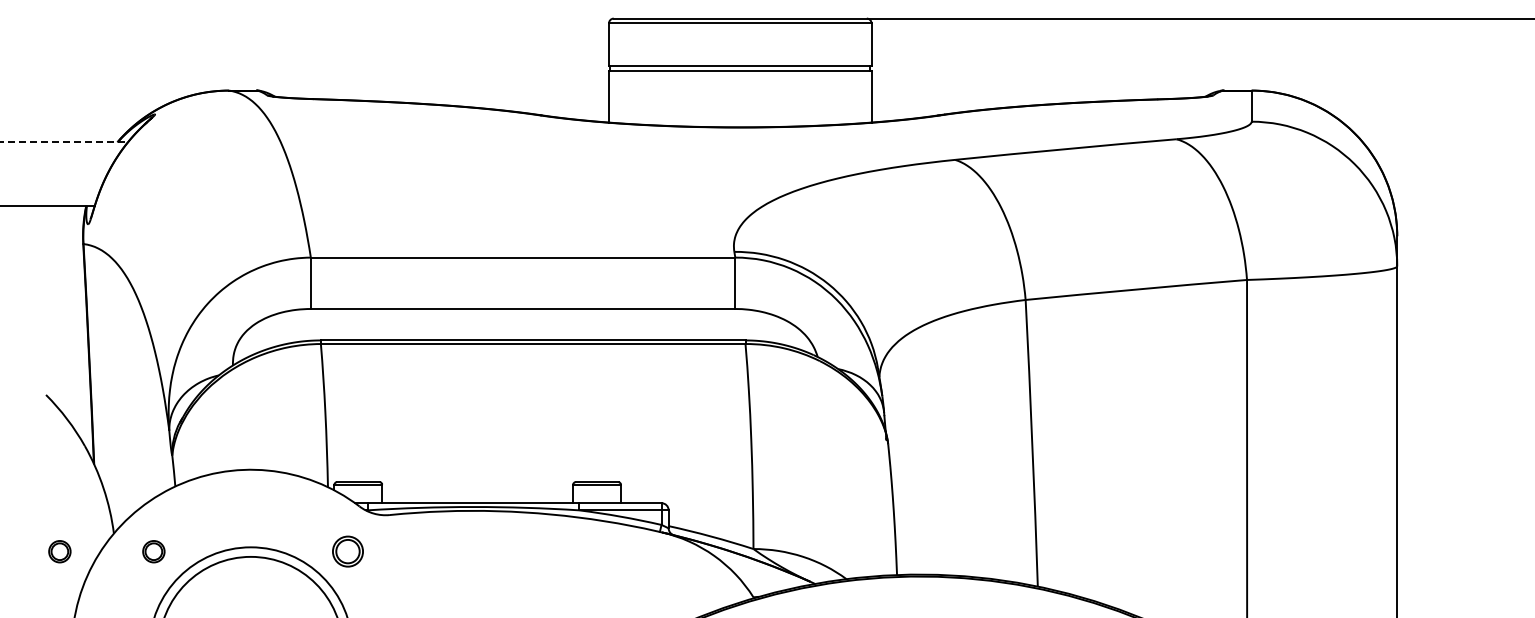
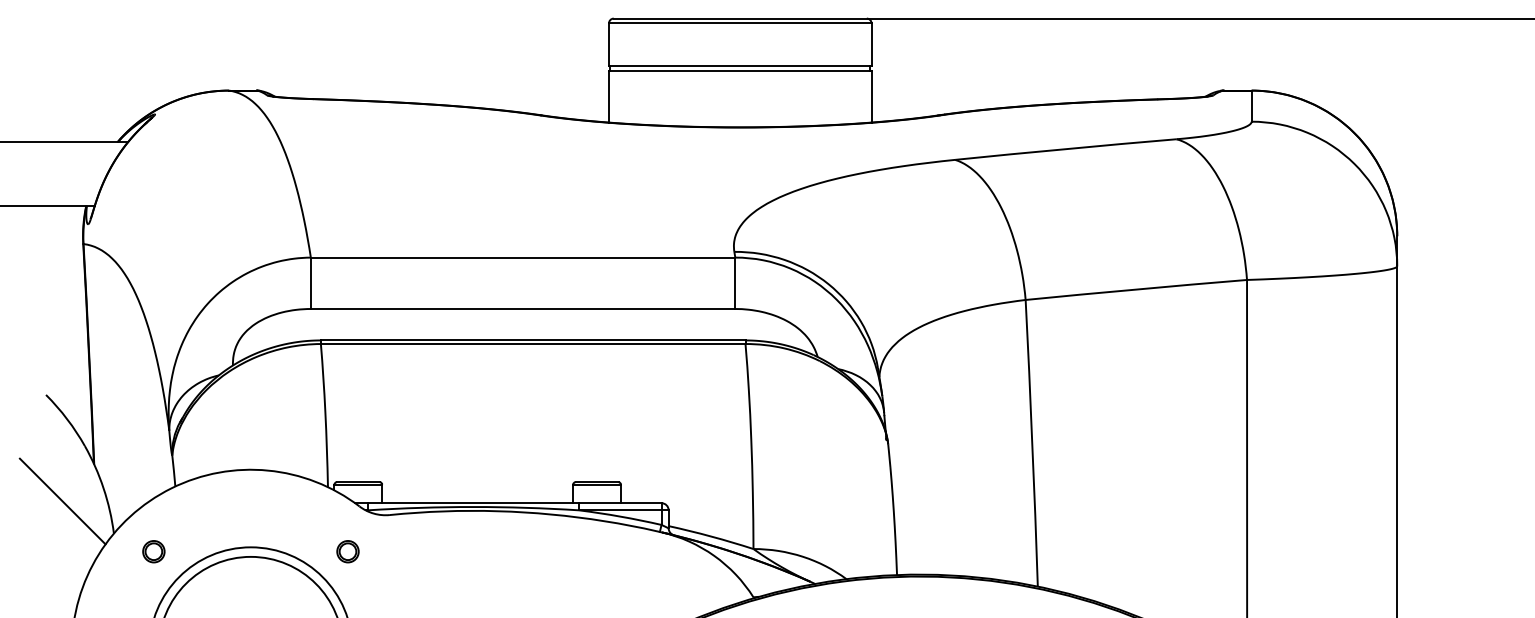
line at (64, 141): dashed -> solid
line at (62, 501): none -> present
part at (59, 551): present -> none
part at (347, 551) size: 32x33 px -> 24x24 px
